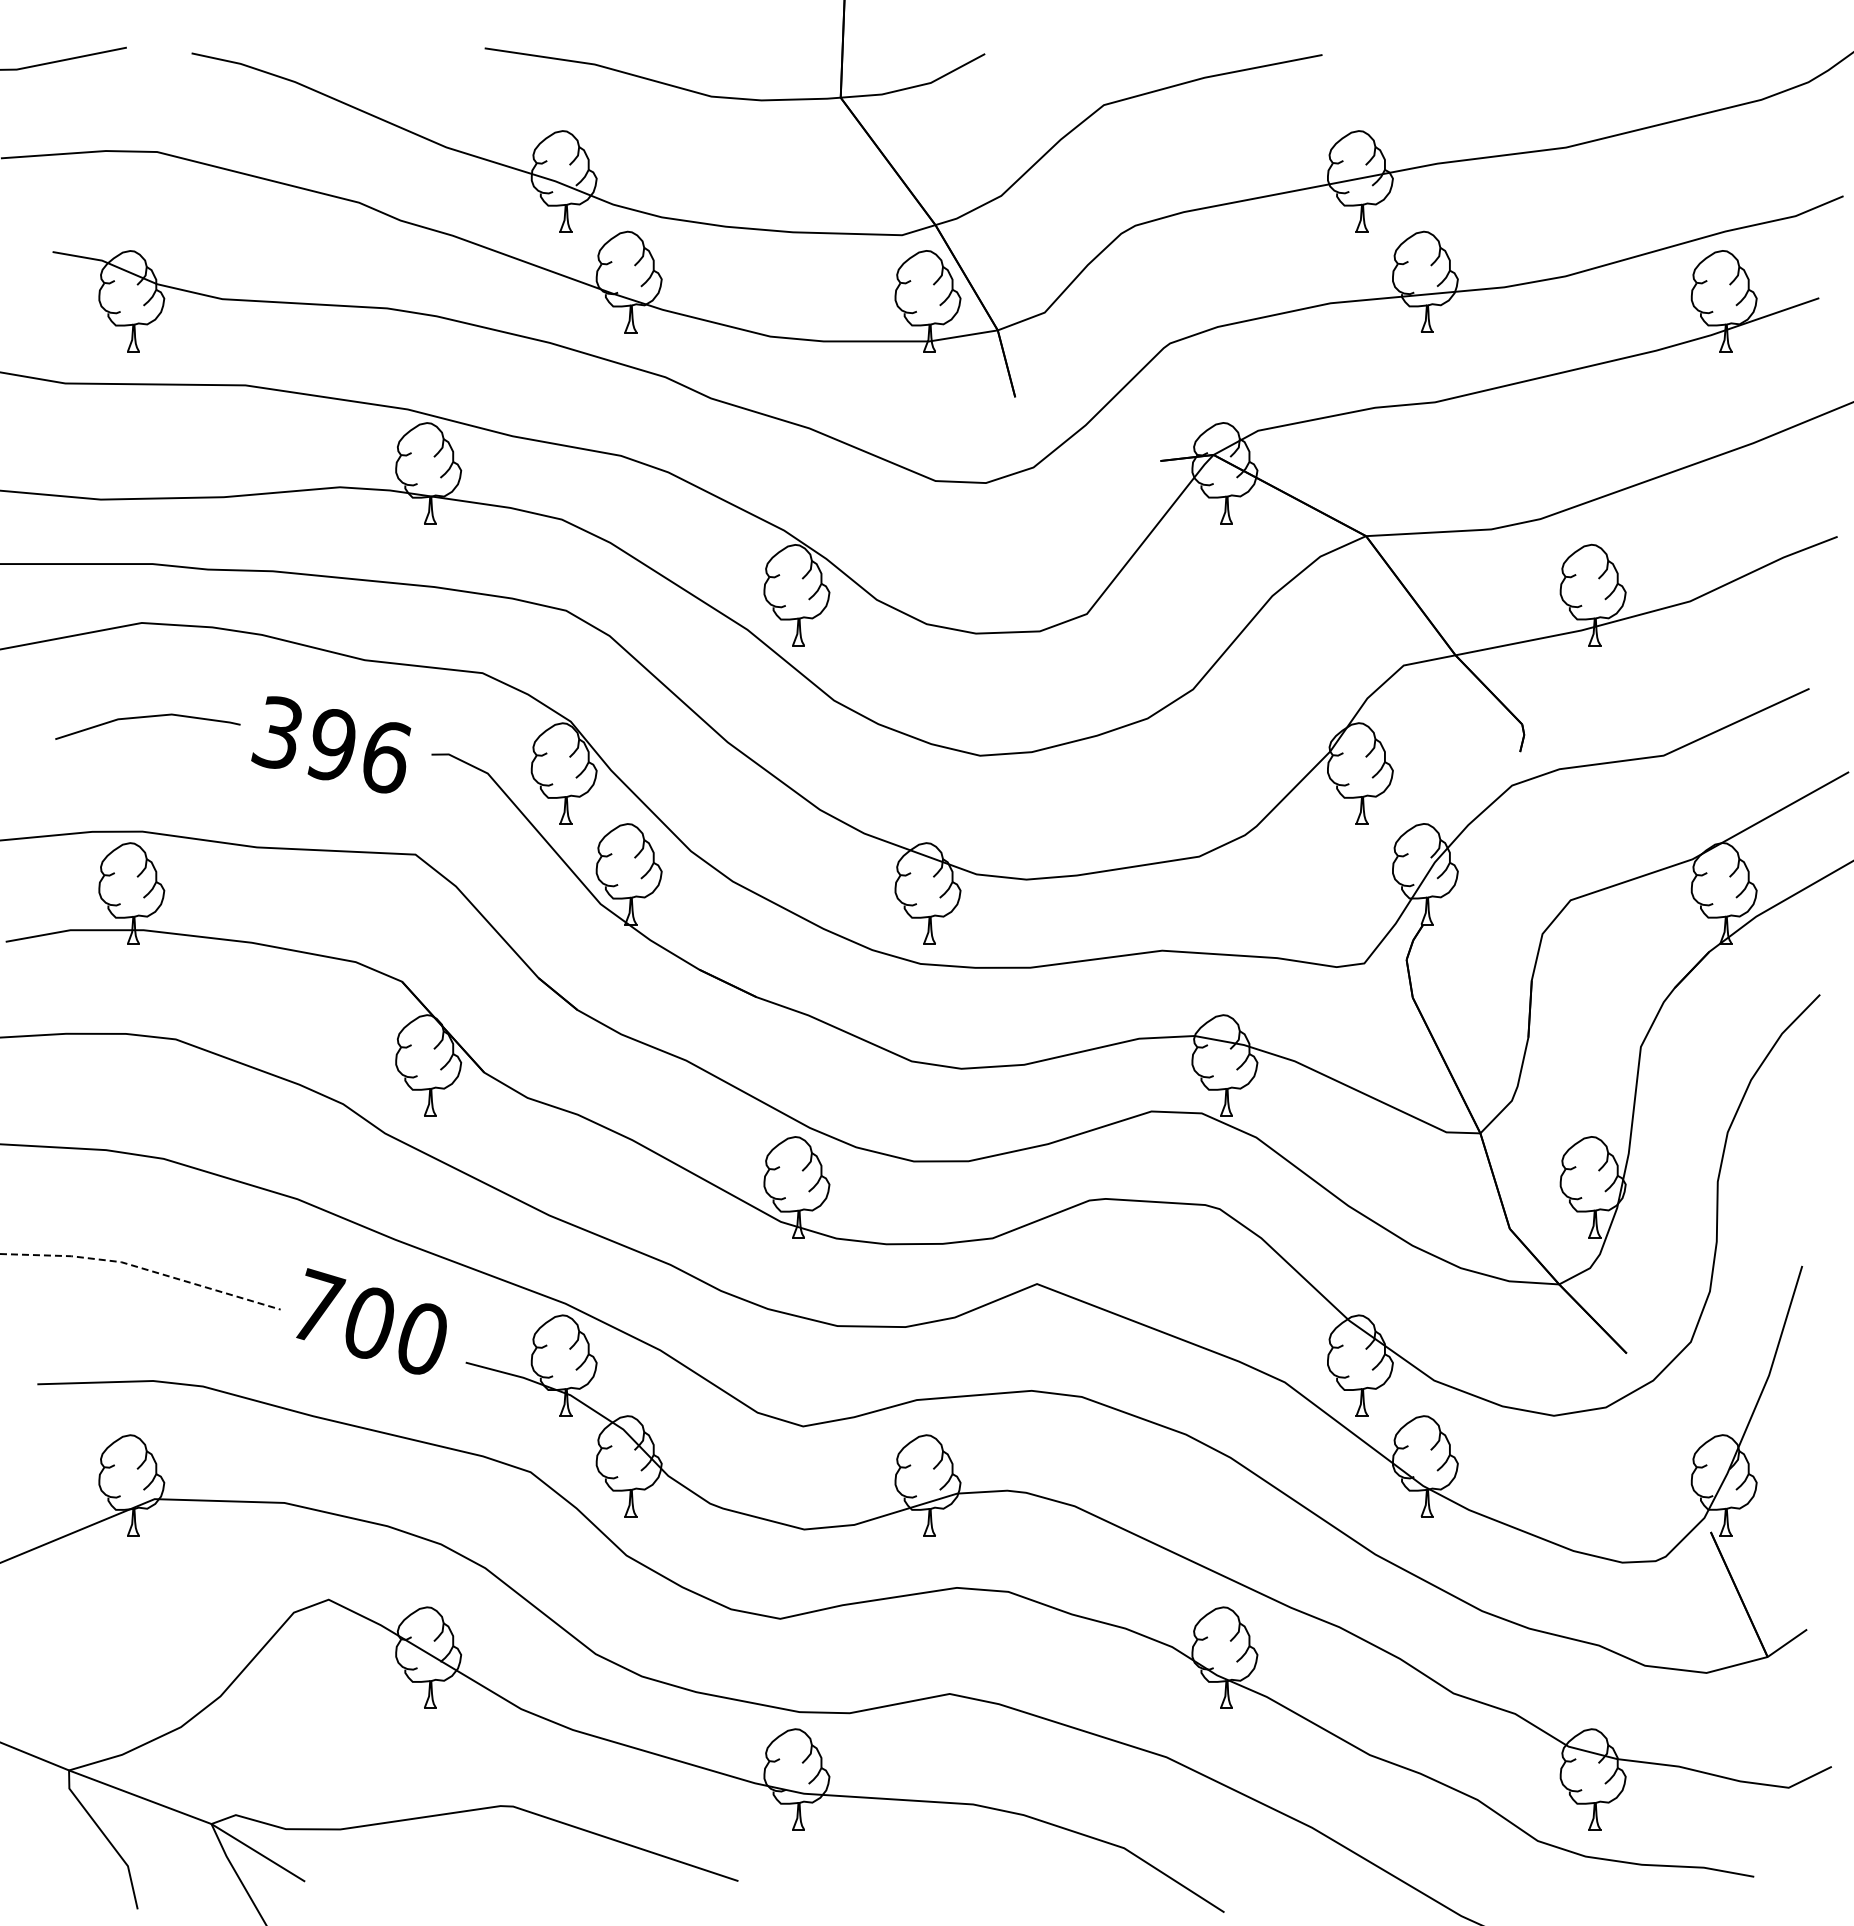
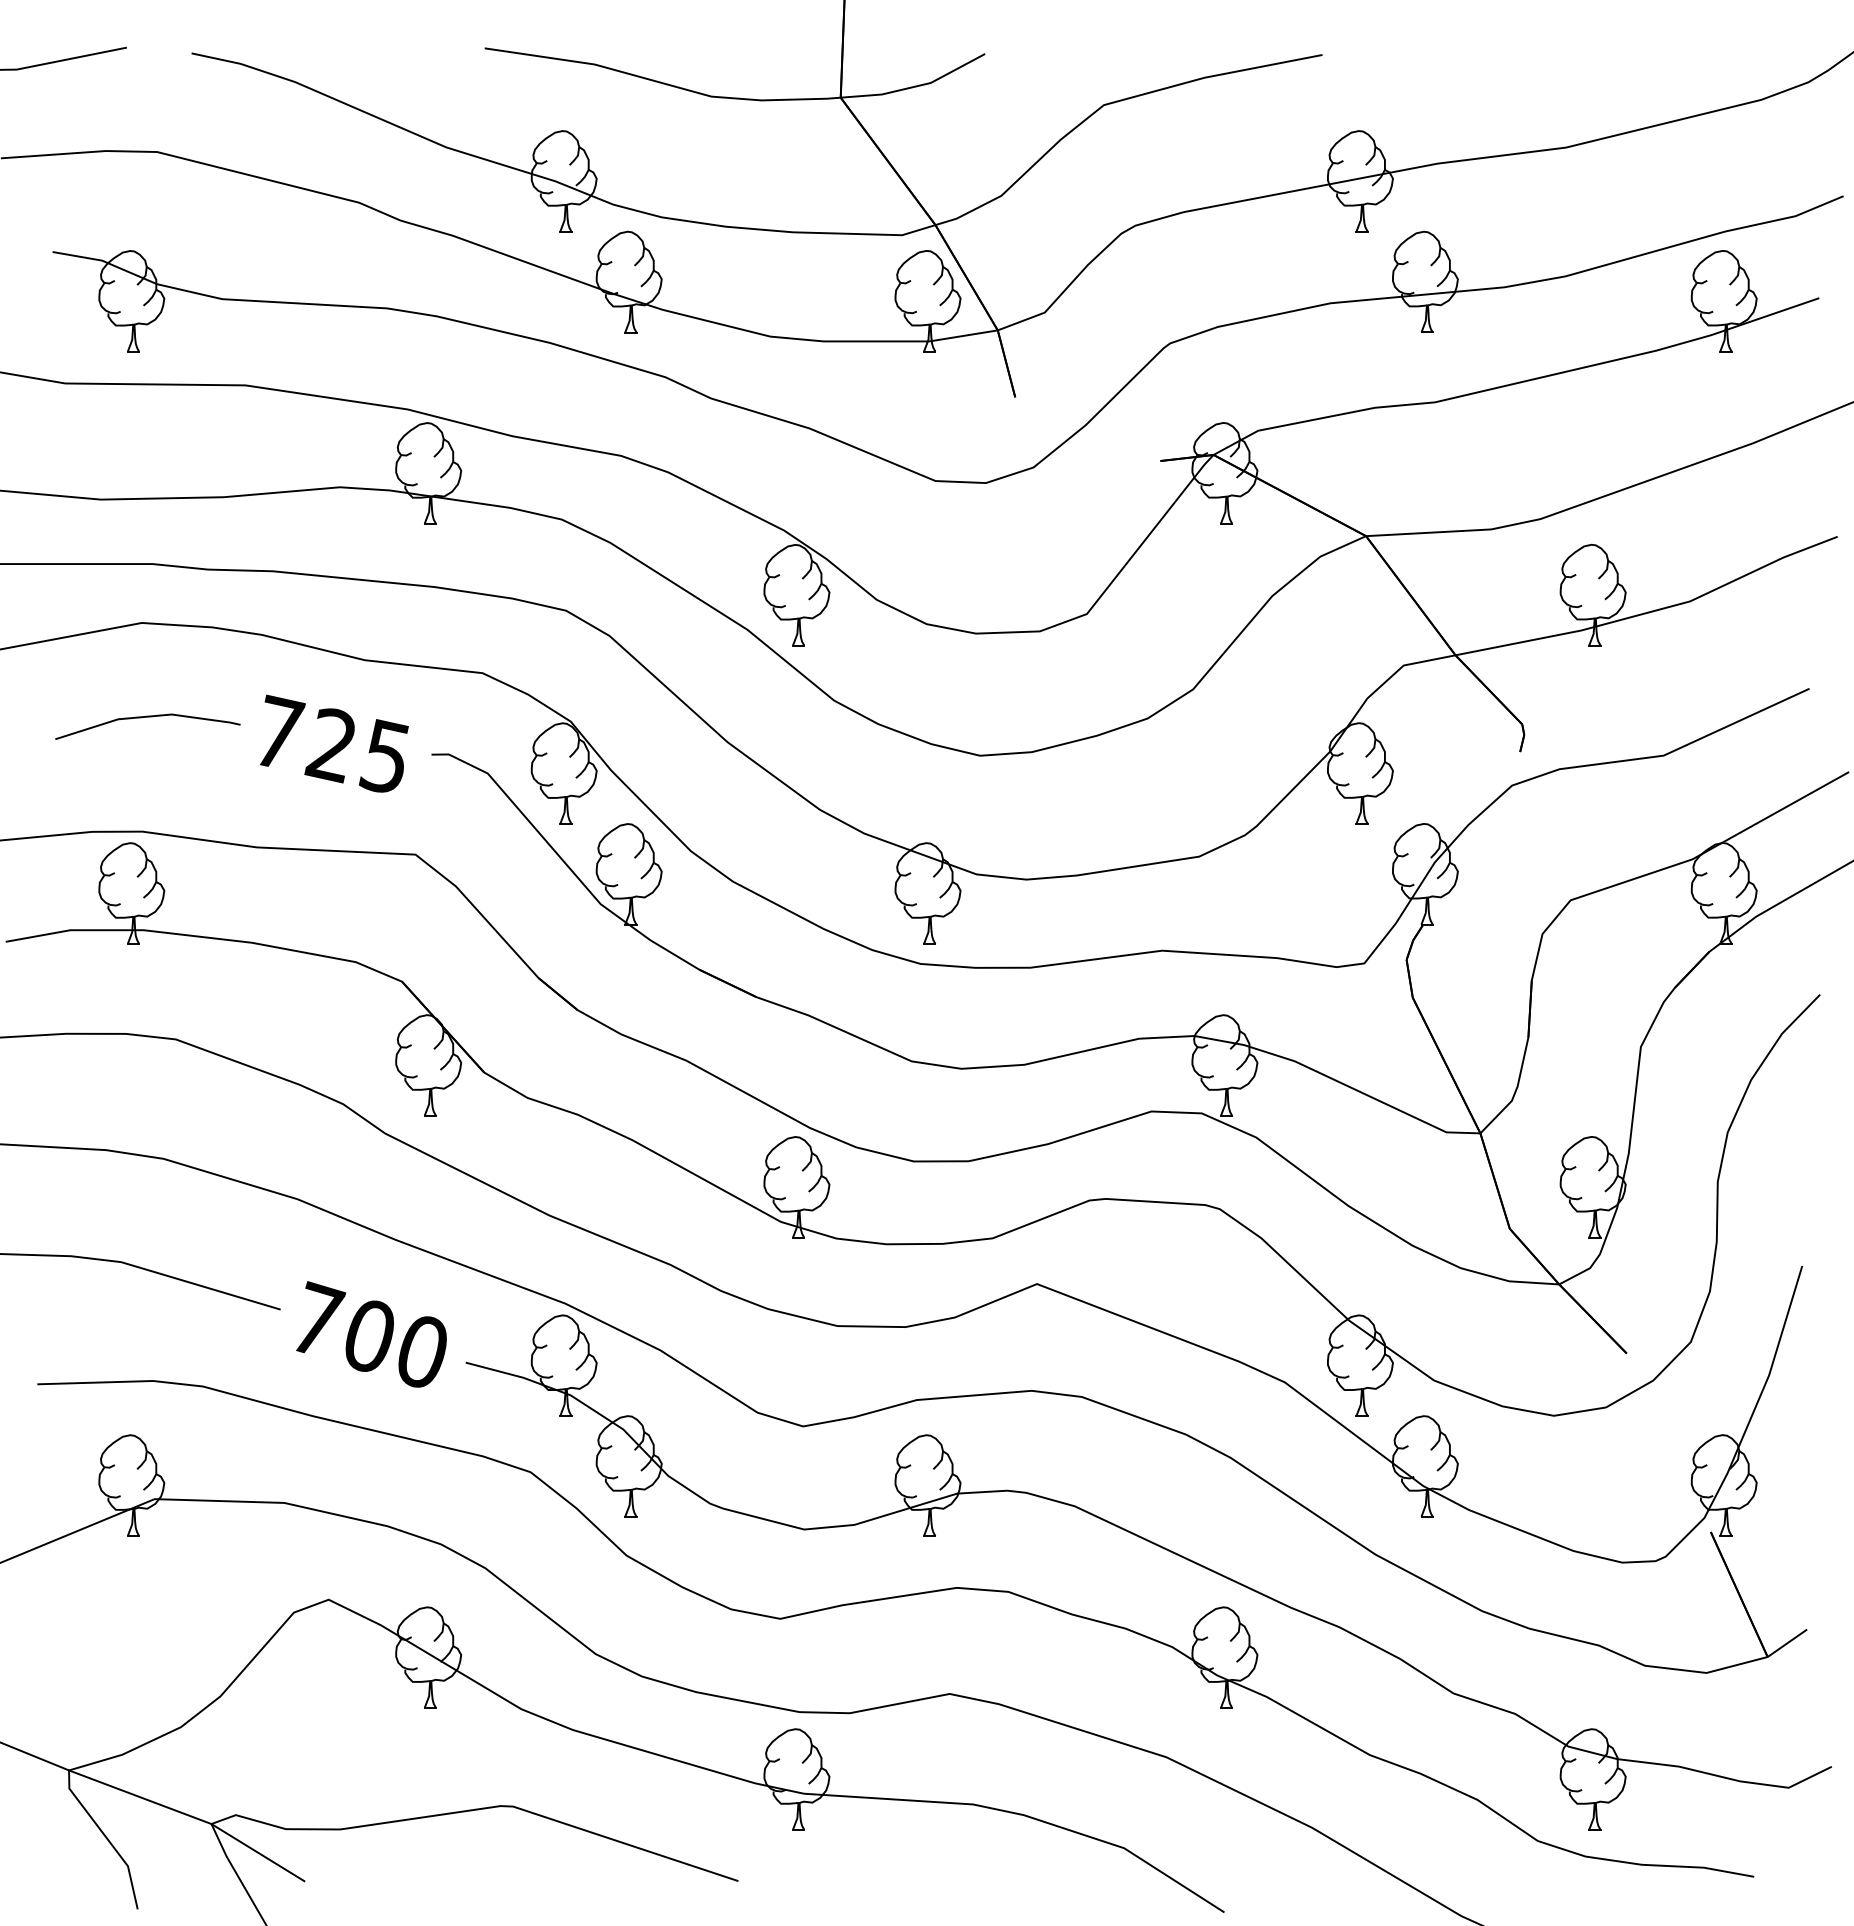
text at (331, 743): 396 -> 725
line at (142, 1268): dashed -> solid
text at (371, 1321) position: (371, 1321) -> (371, 1334)
